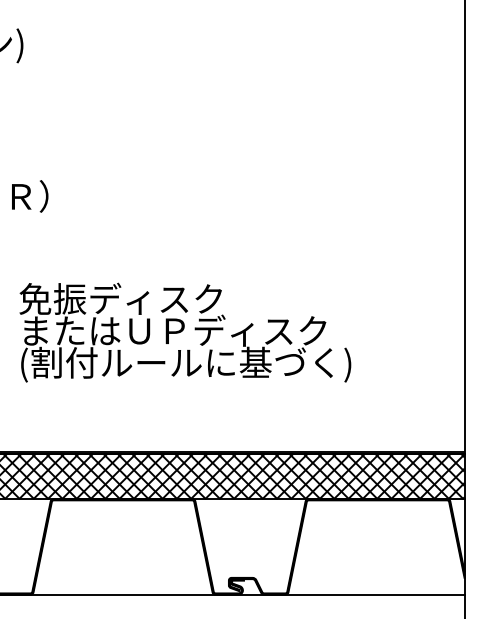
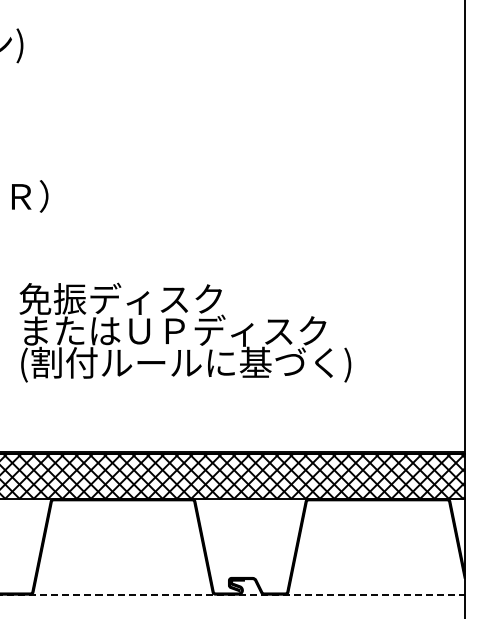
line at (232, 594): solid -> dashed
